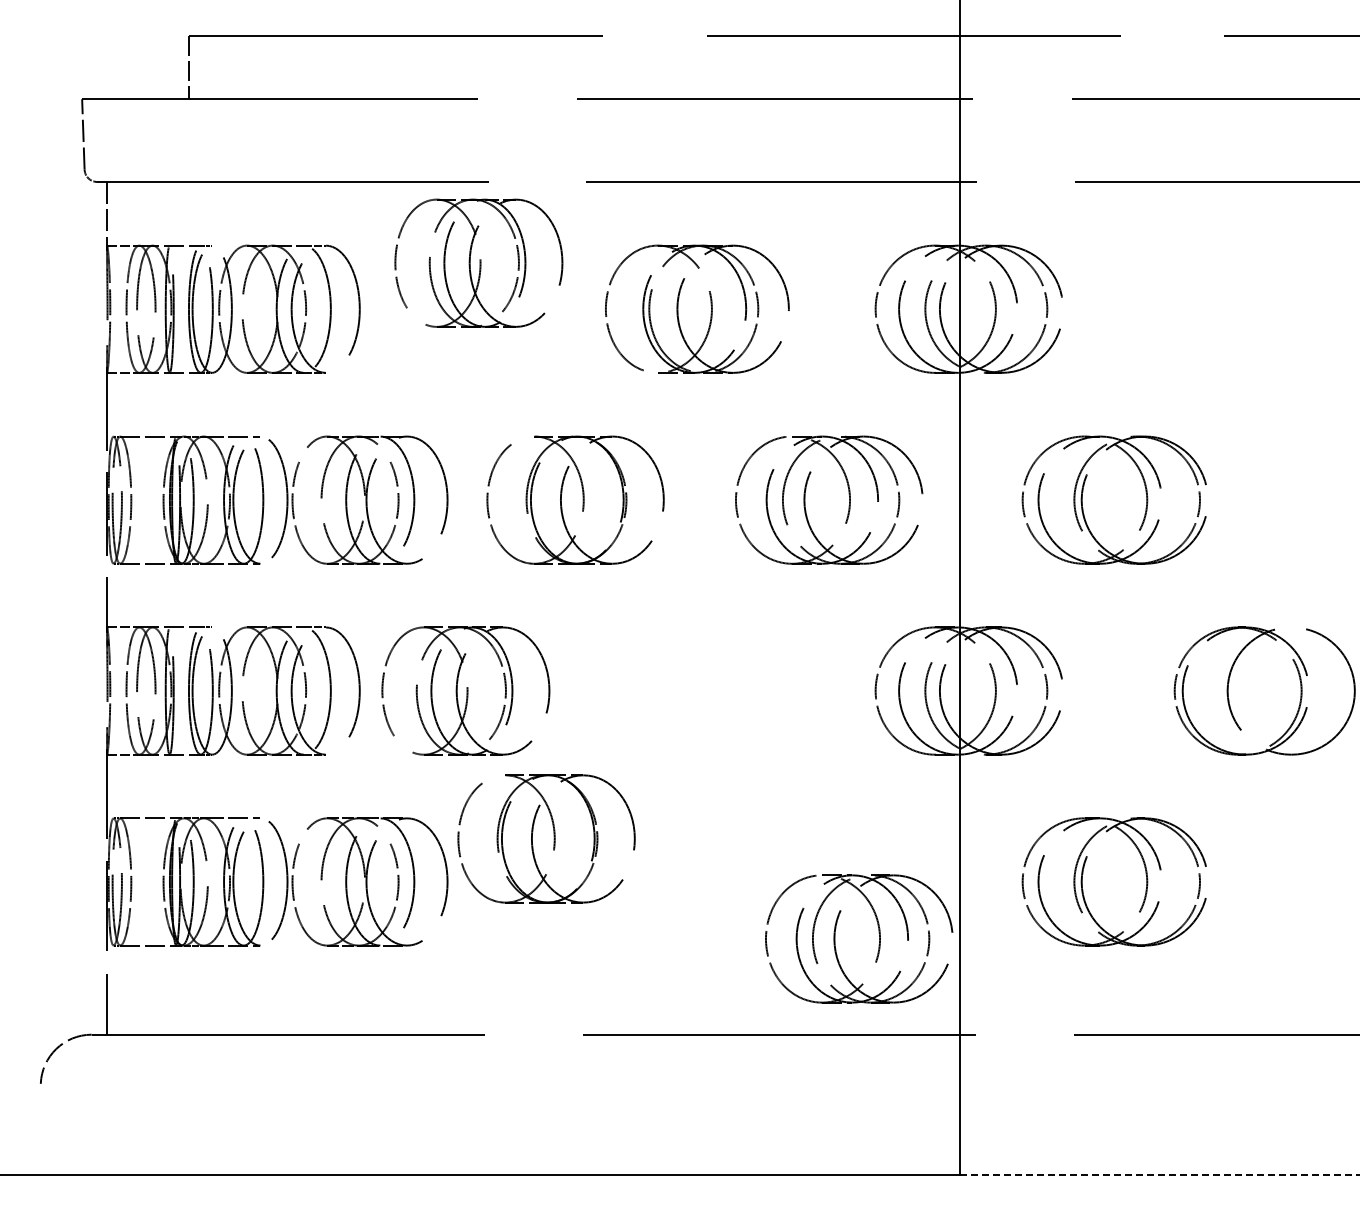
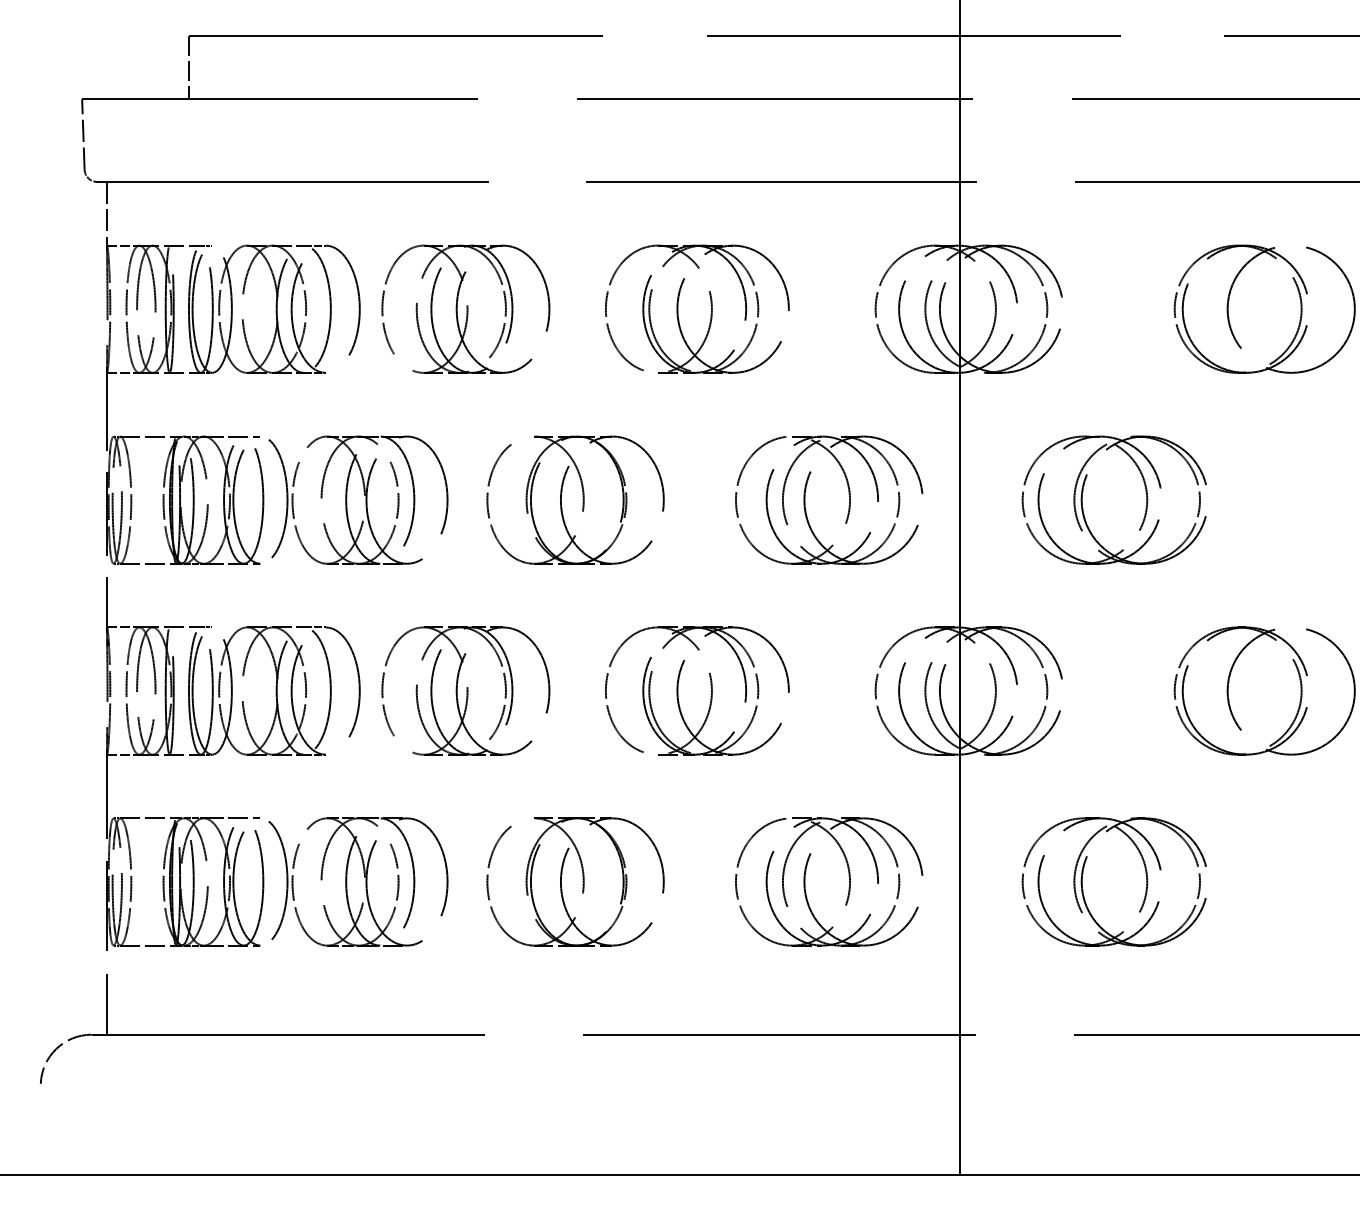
part at (478, 262) position: (478, 262) -> (465, 308)
part at (1229, 300): none -> present
part at (710, 686): none -> present
part at (553, 838) position: (553, 838) -> (582, 881)
part at (878, 933) position: (878, 933) -> (848, 876)
line at (1160, 1174): dashed -> solid
